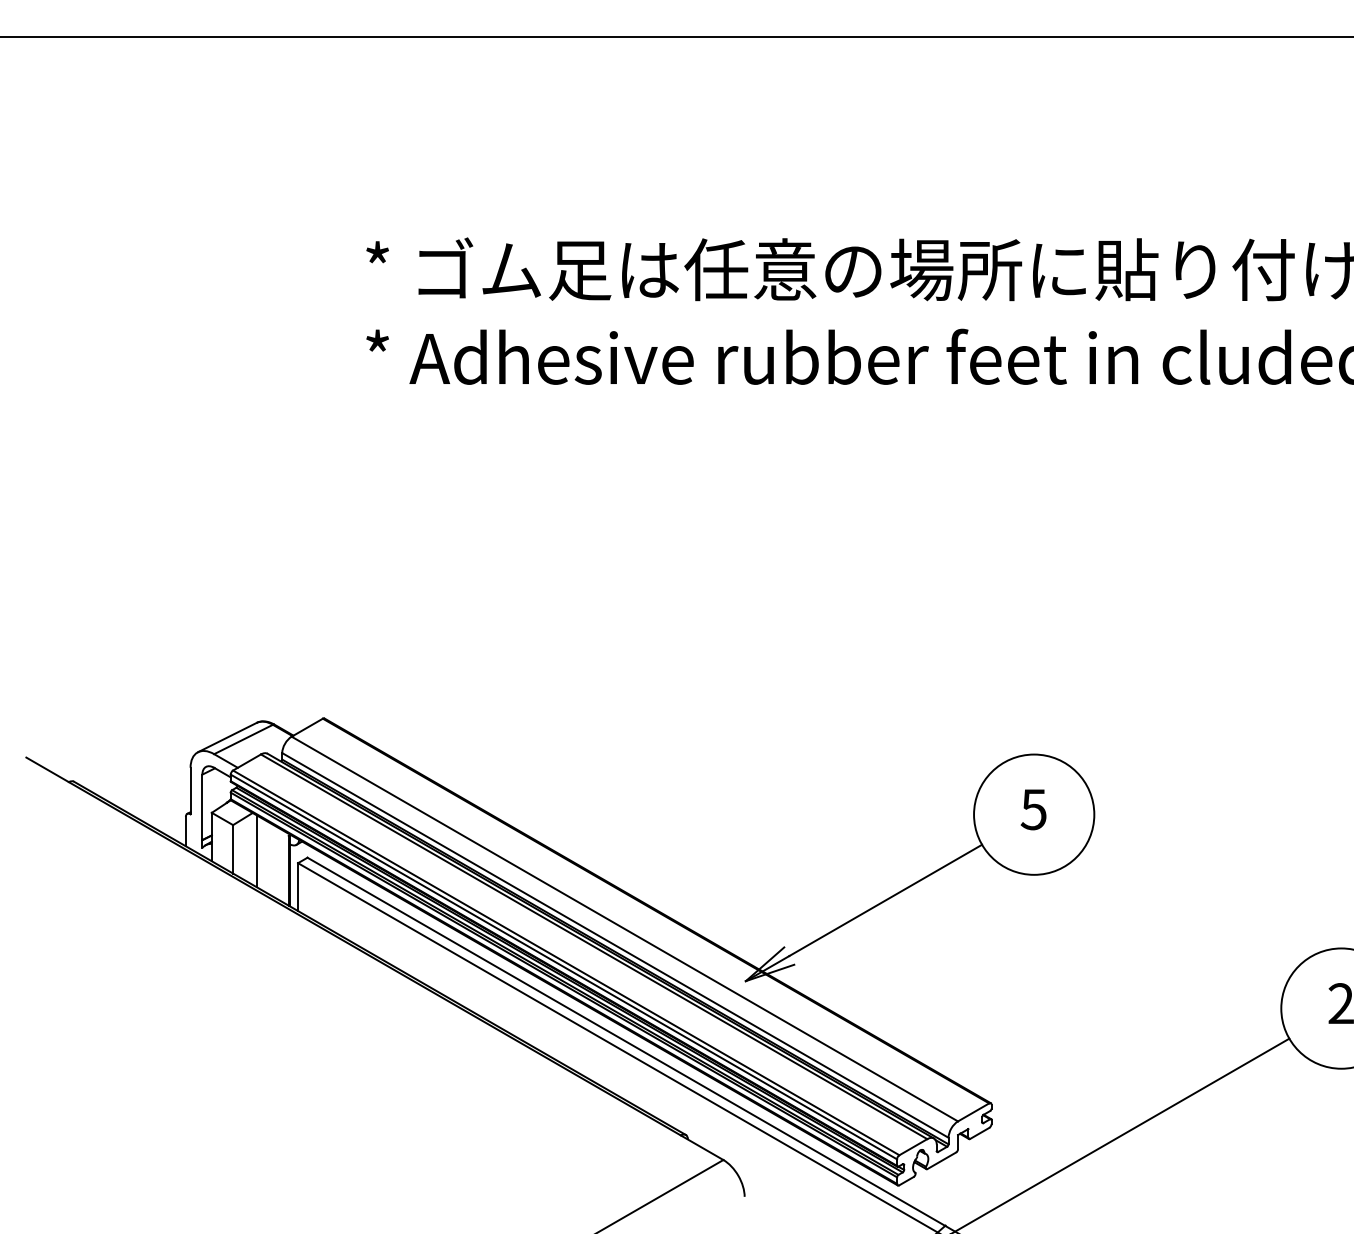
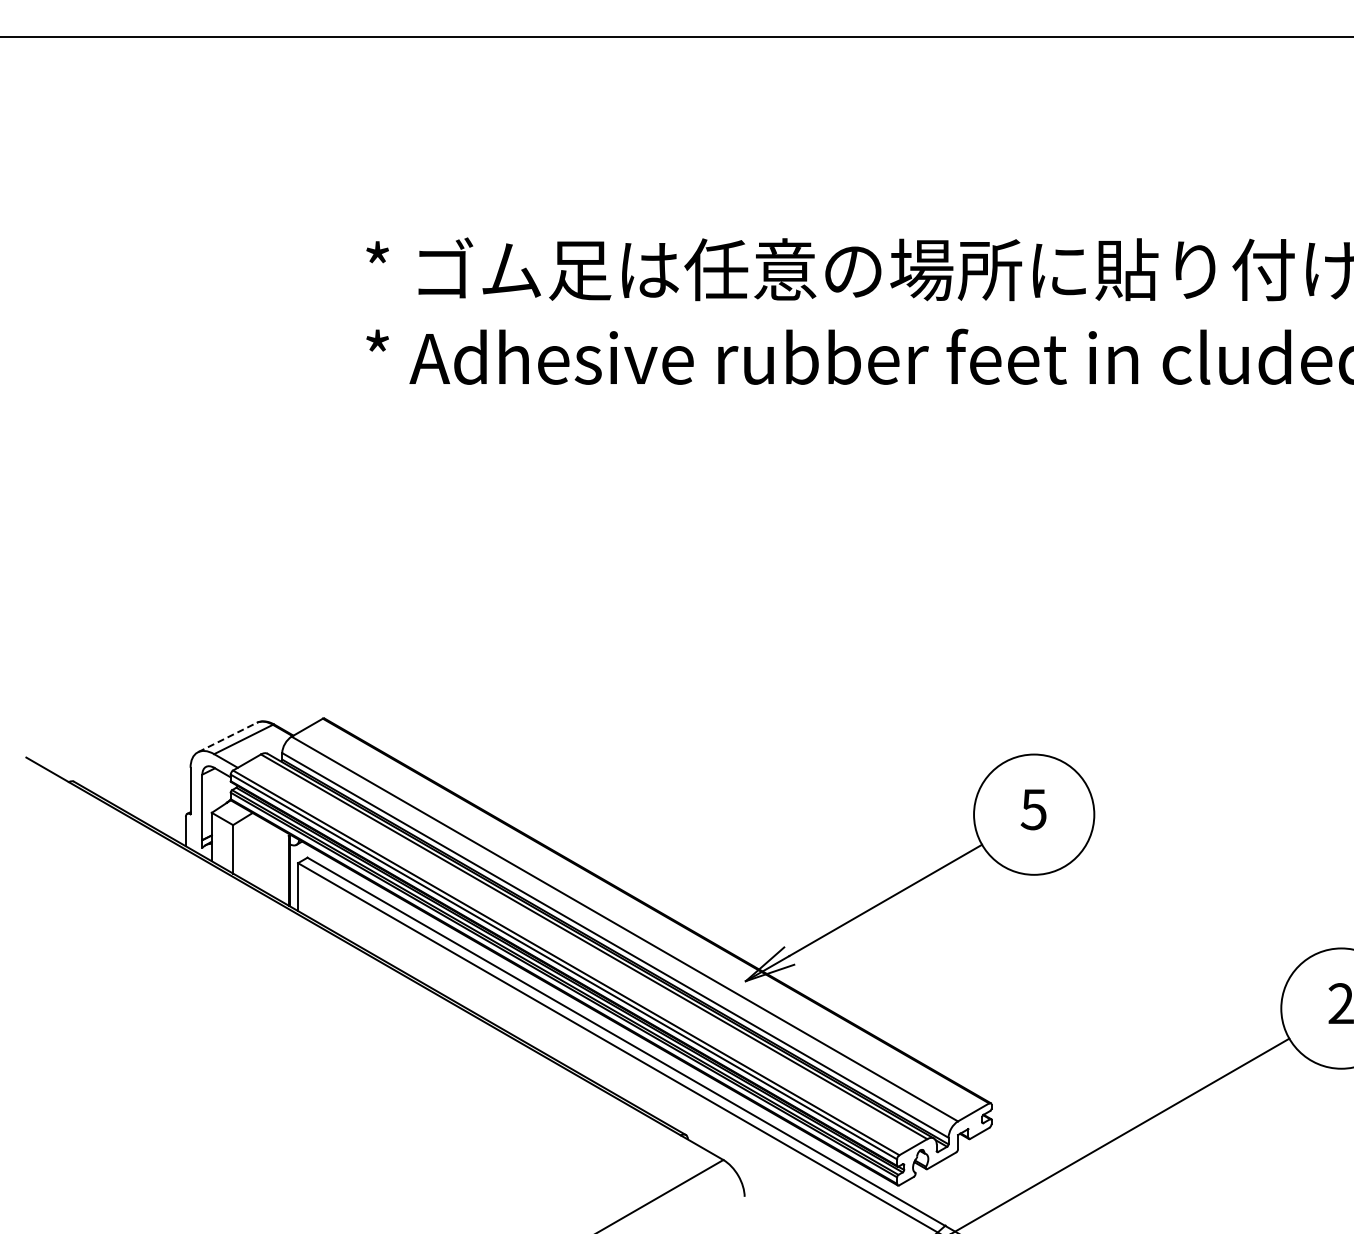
line at (227, 737): solid -> dashed
line at (256, 851): present -> none
